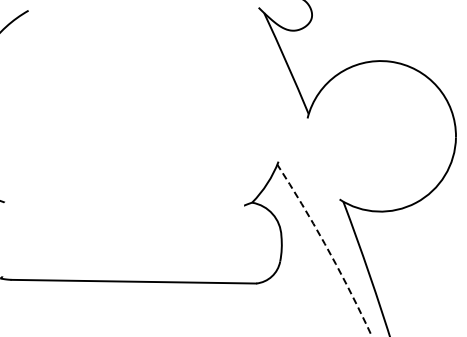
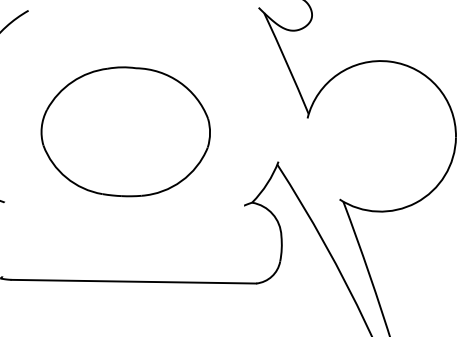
part at (125, 131): none -> present
arc at (327, 248): dashed -> solid
